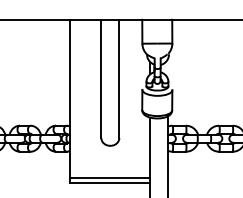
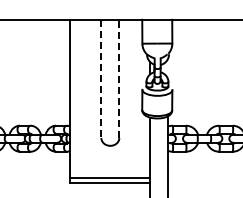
line at (119, 78): solid -> dashed
line at (101, 79): solid -> dashed
